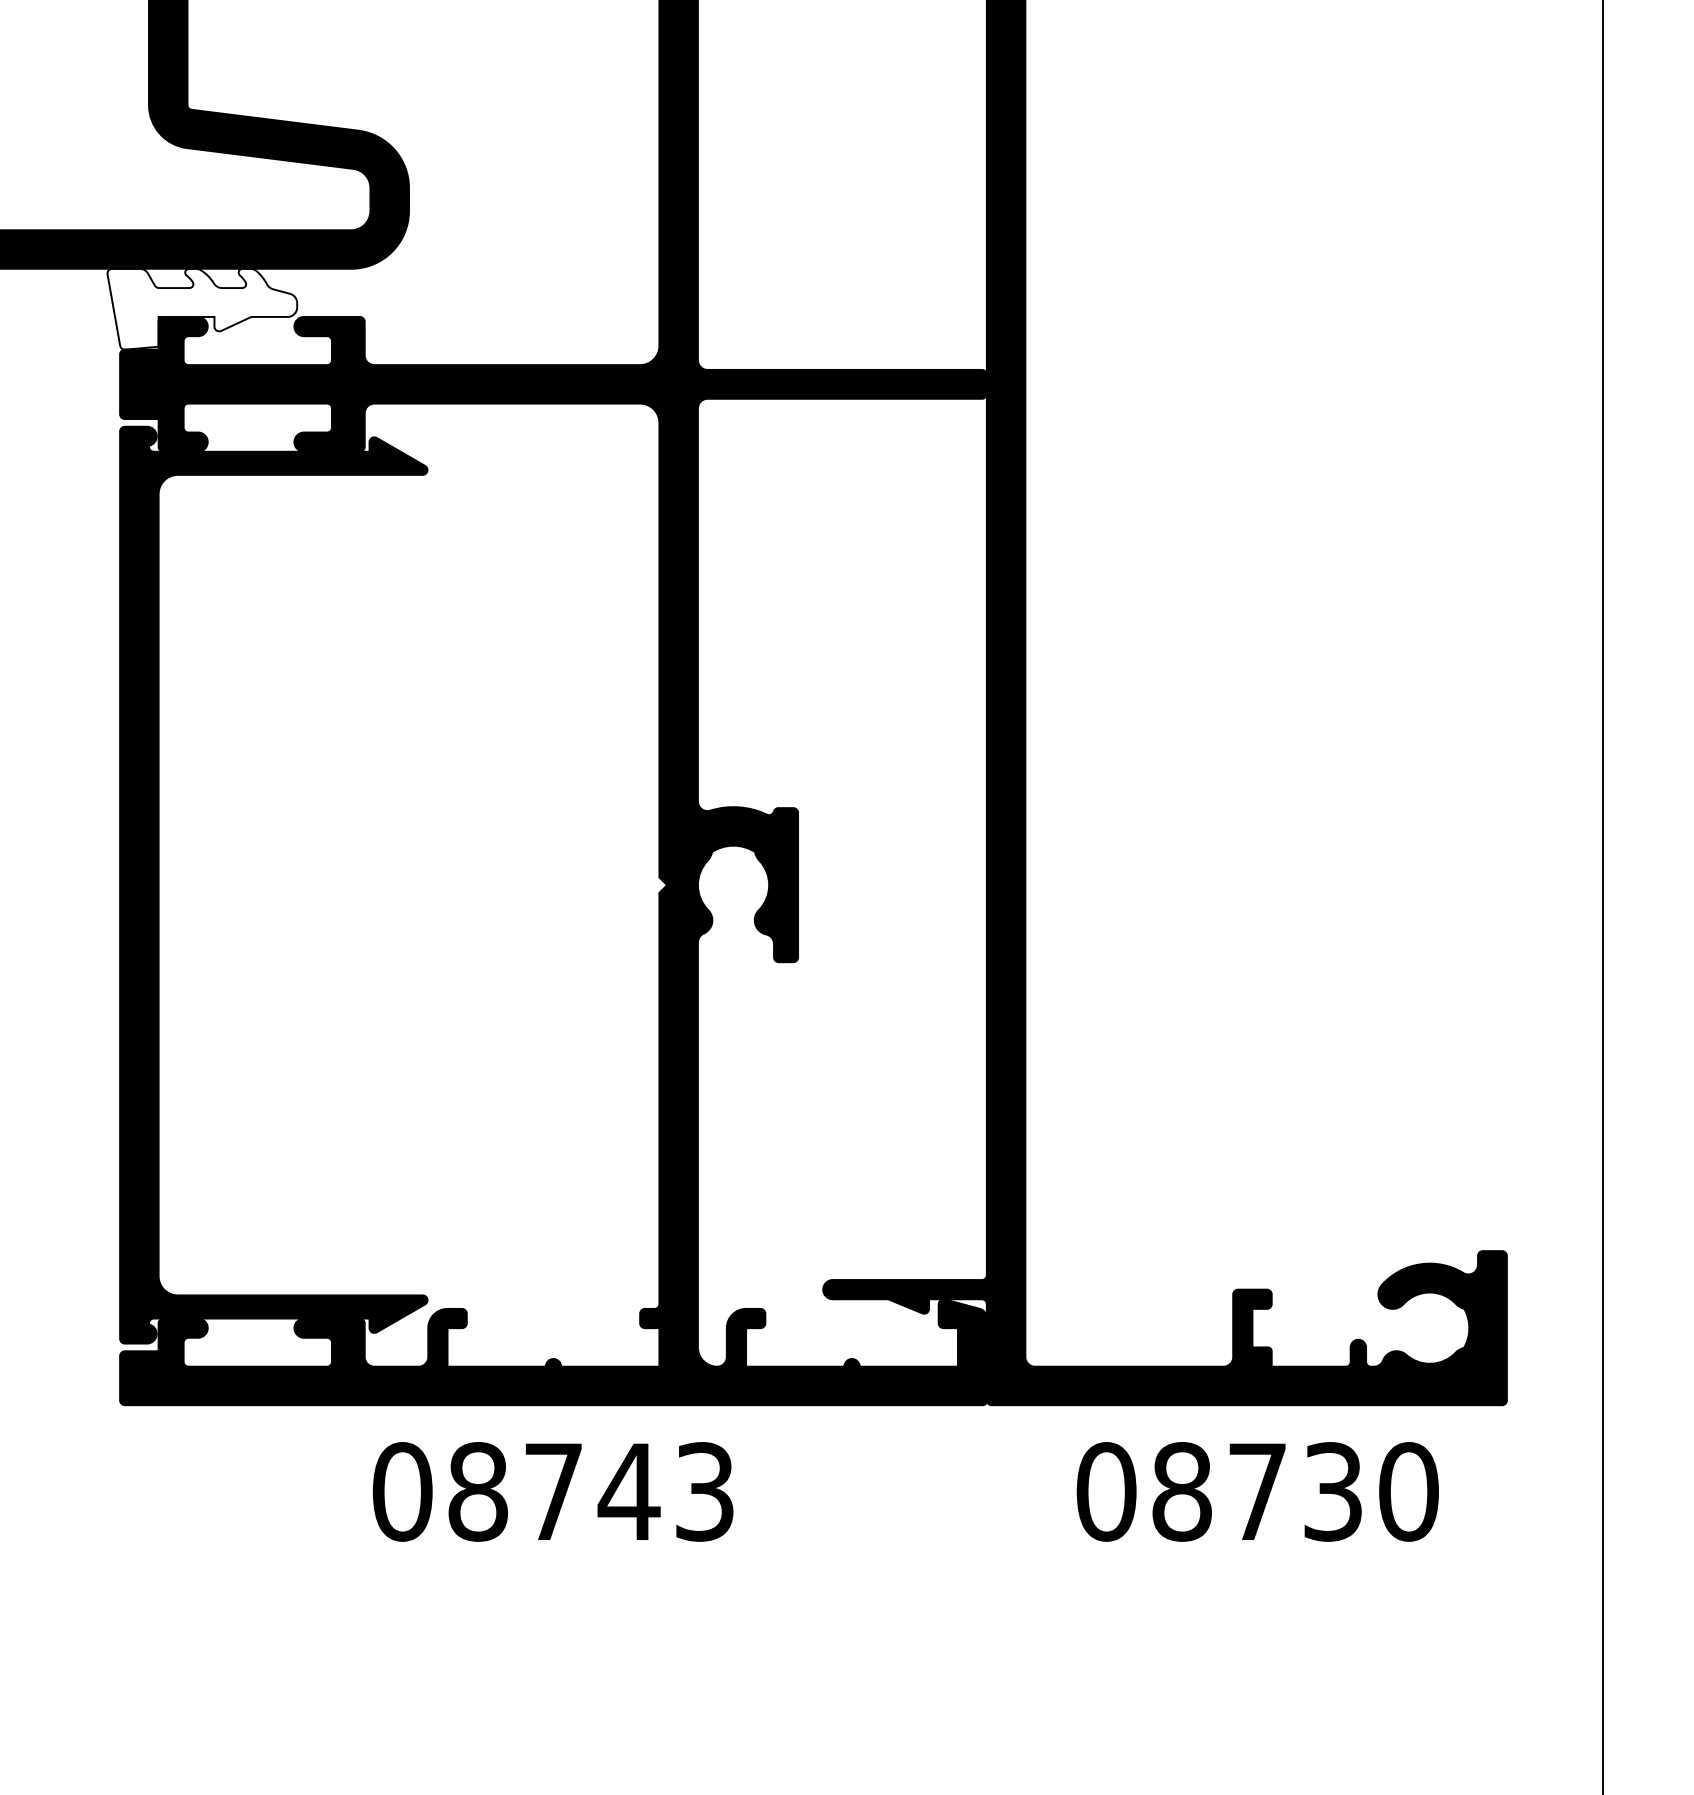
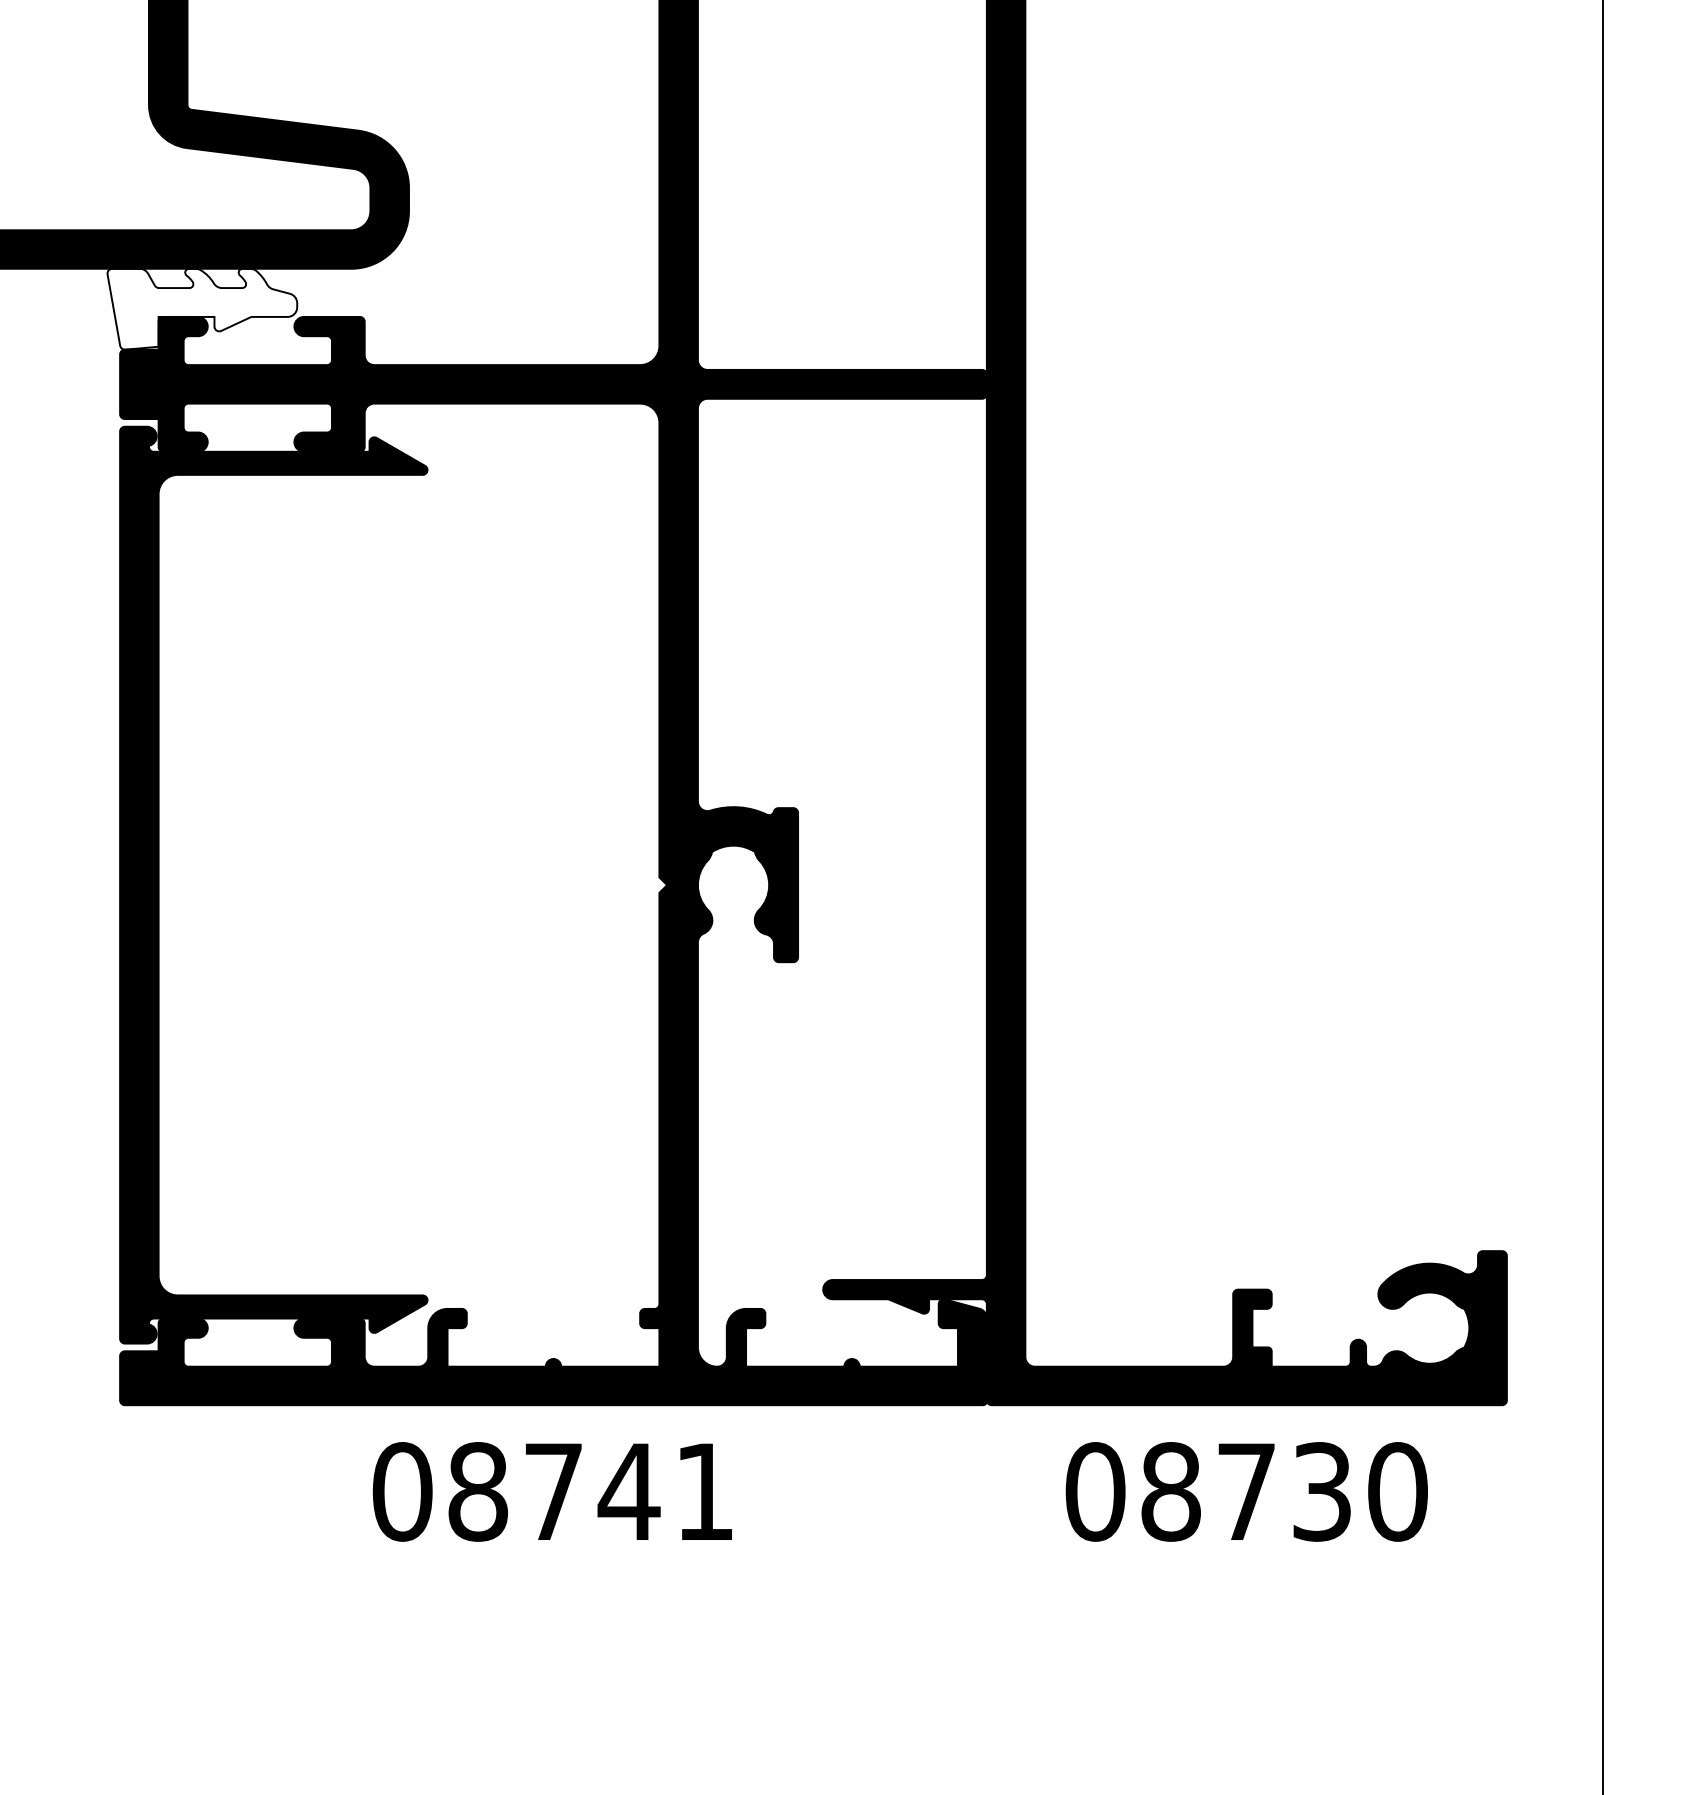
text at (704, 1491): 08743 -> 08741
text at (1257, 1491) position: (1257, 1491) -> (1246, 1491)
